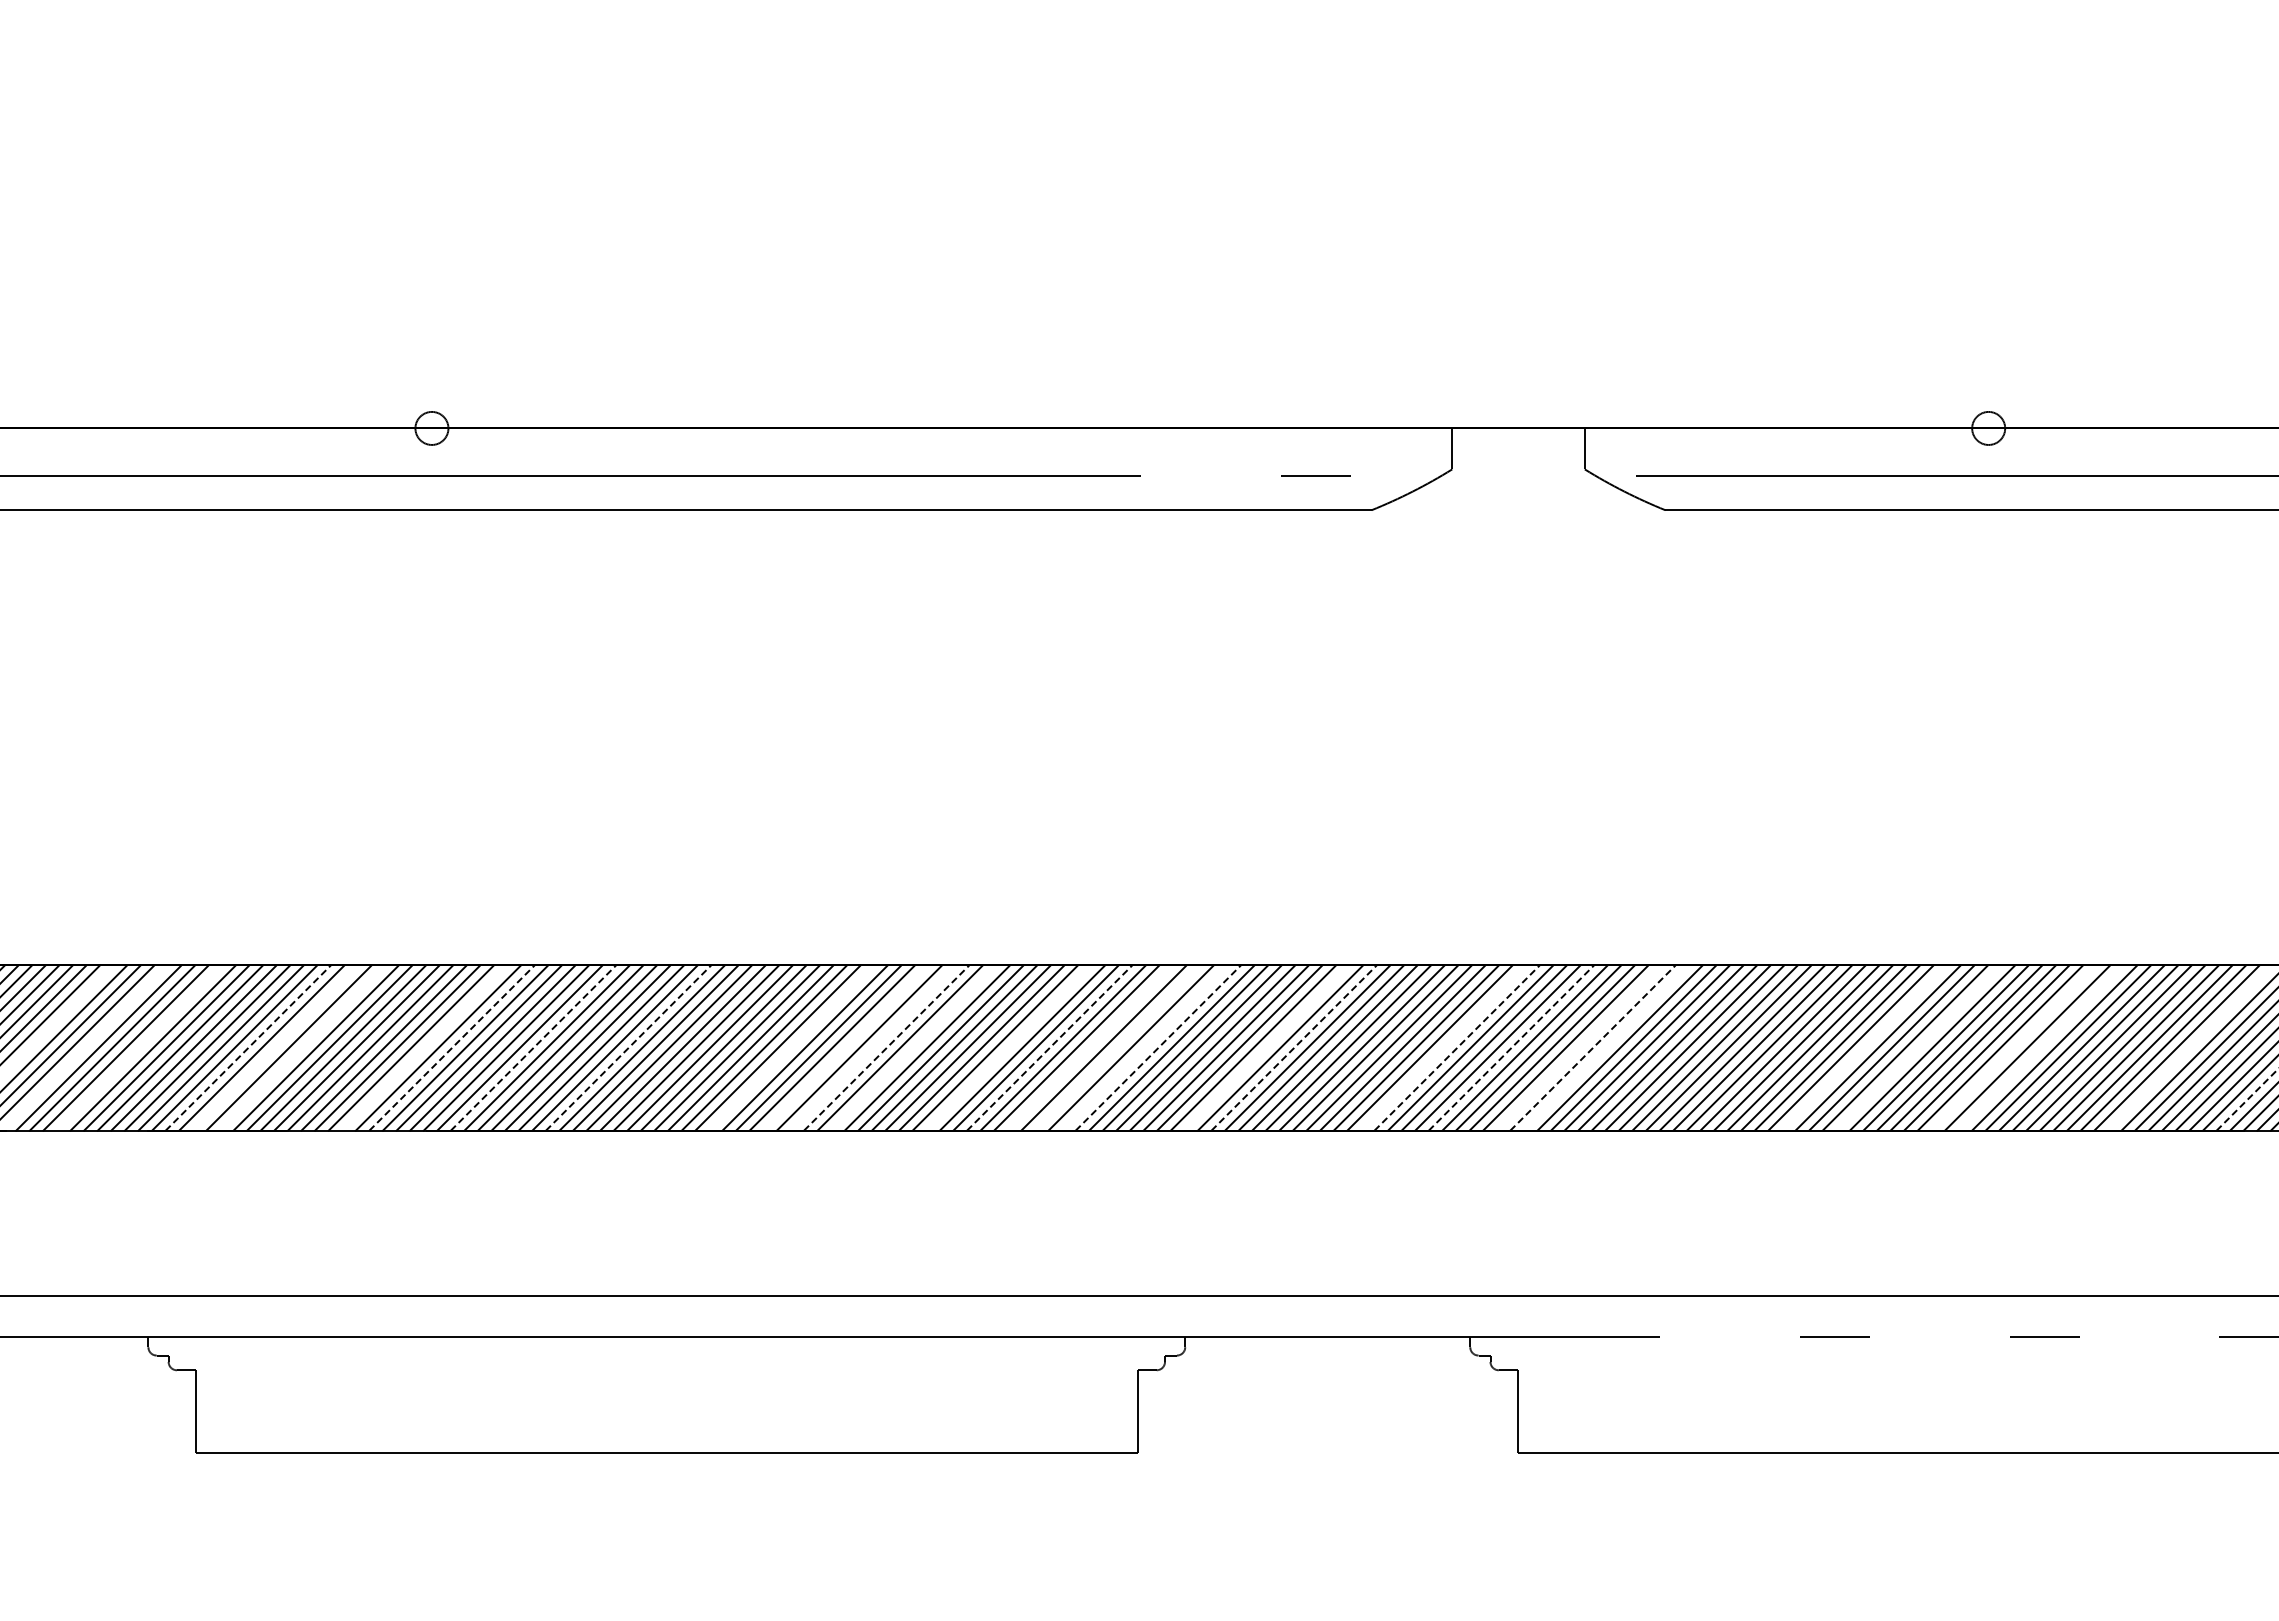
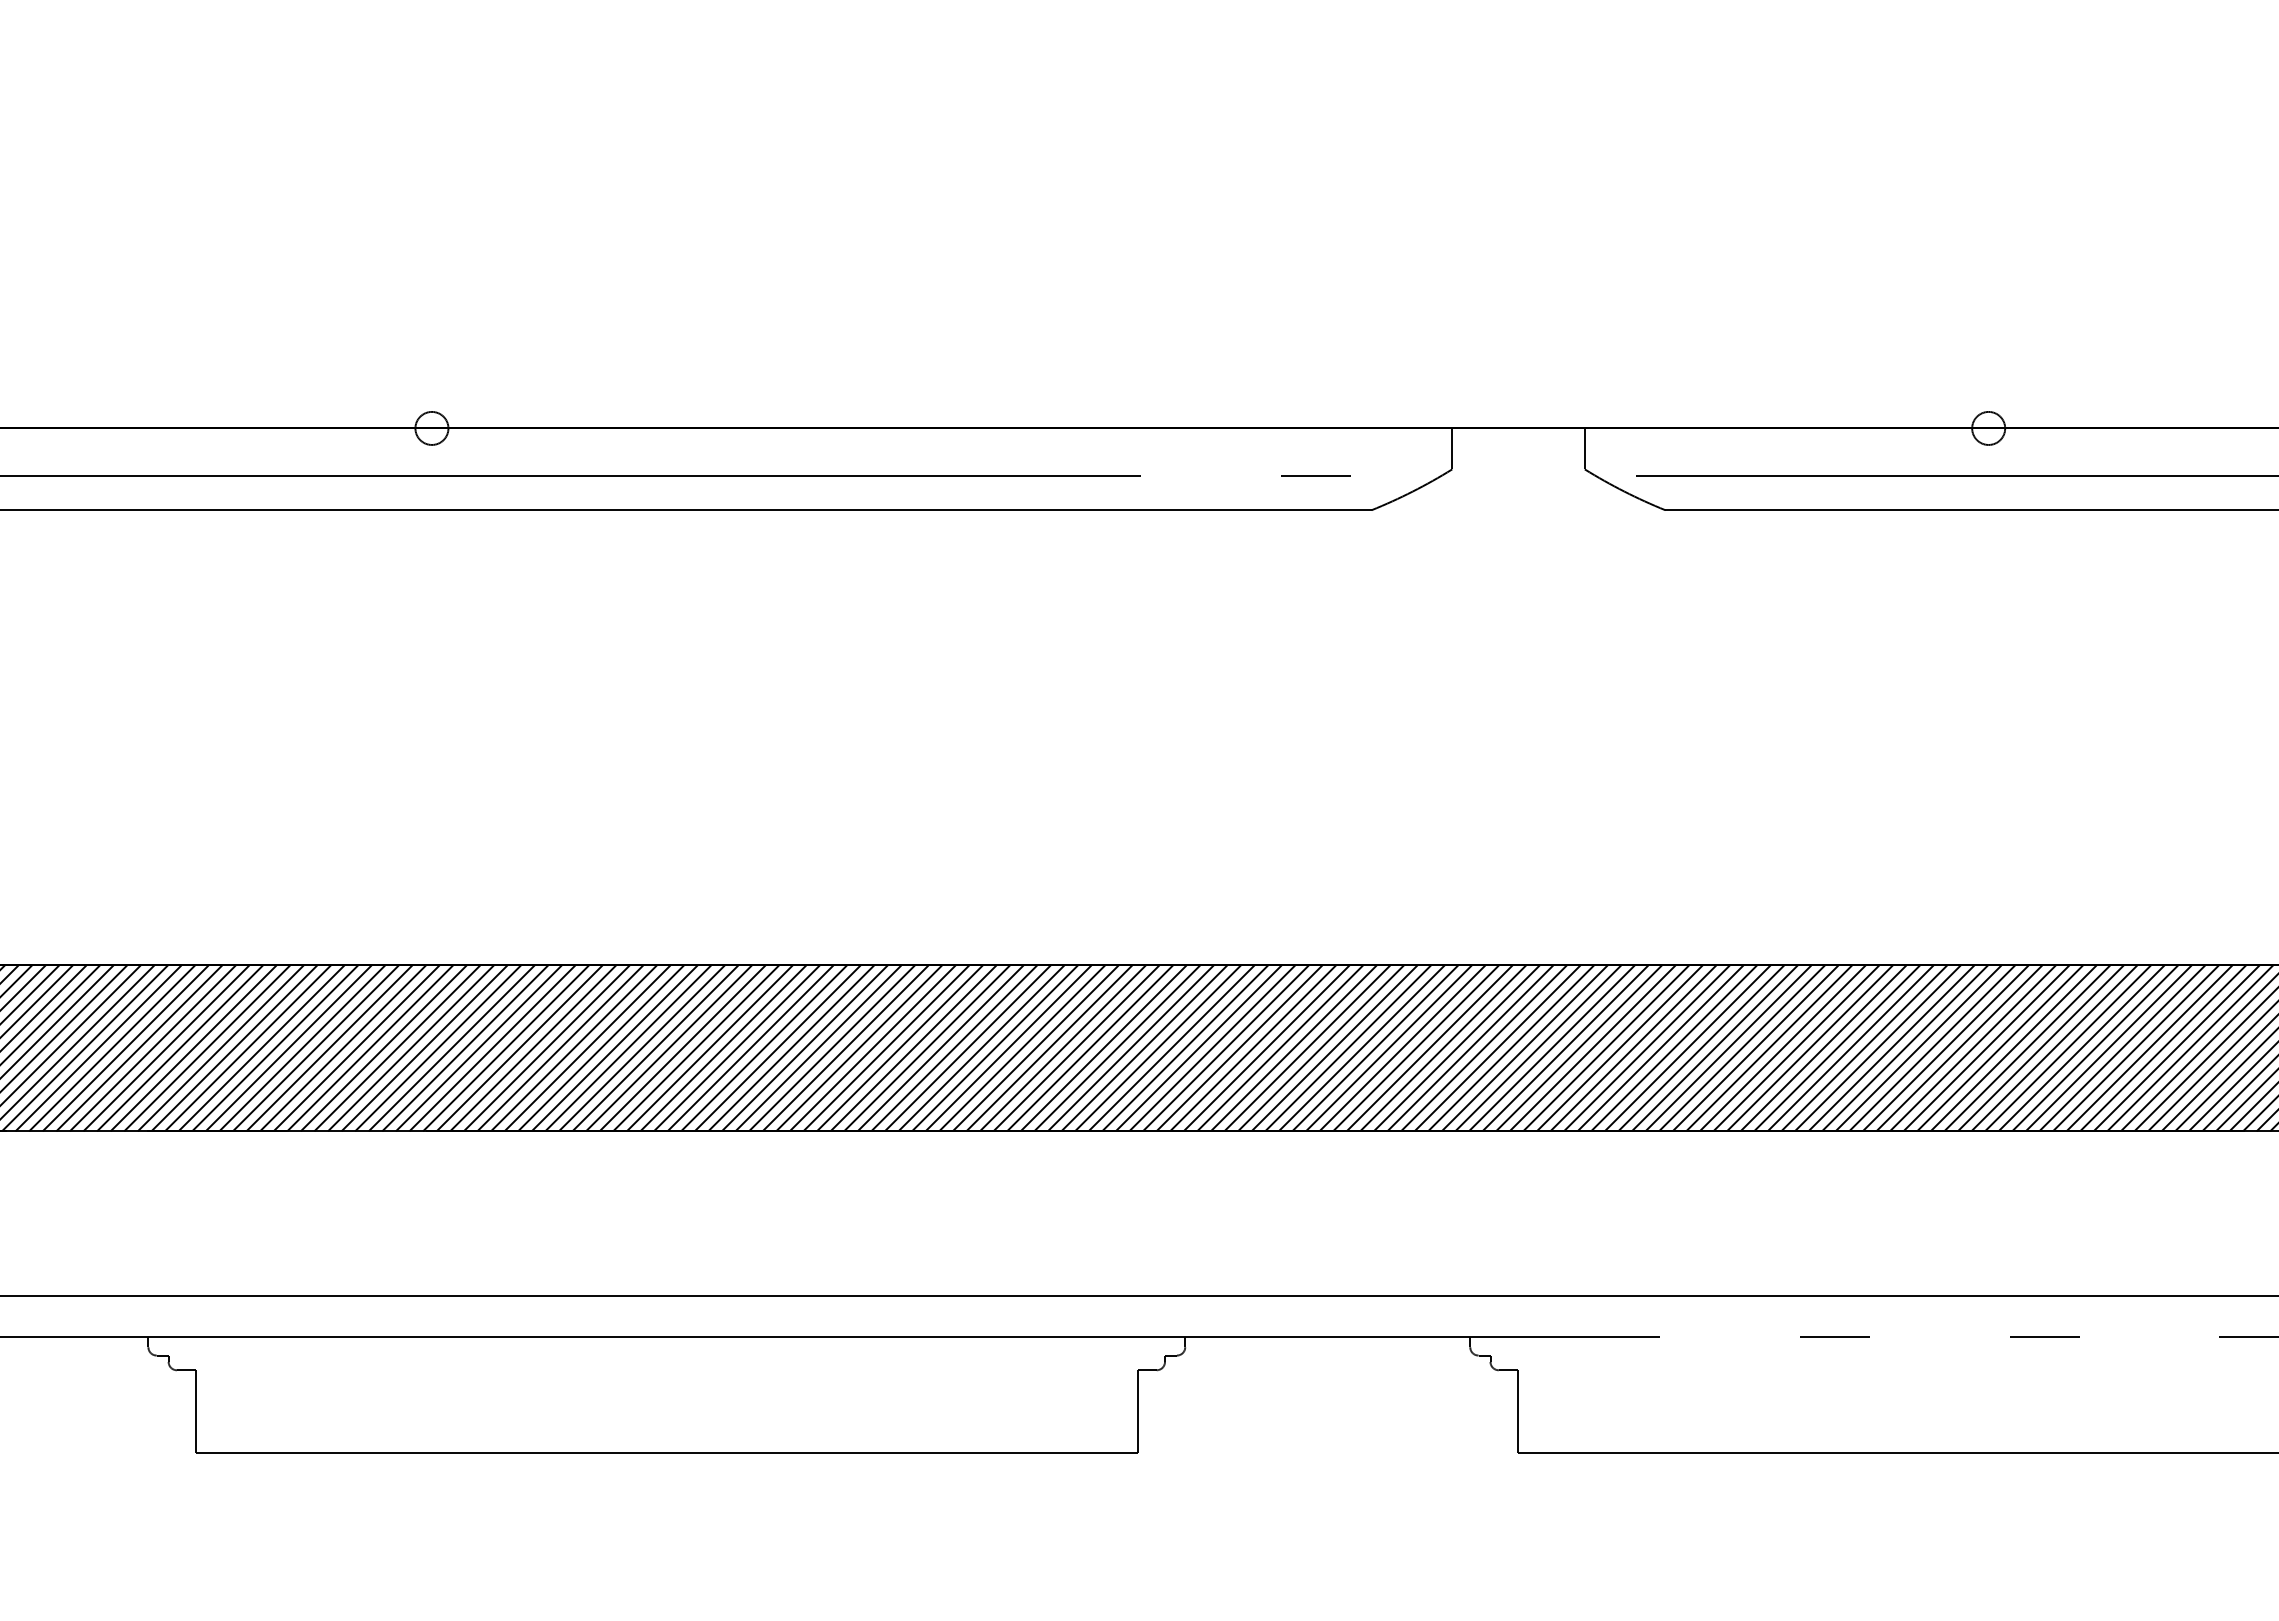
line at (57, 1020): none -> present
line at (84, 1047): none -> present
line at (139, 1047): none -> present
line at (275, 1047): none -> present
line at (302, 1047): none -> present
line at (424, 1047): none -> present
line at (791, 1047): none -> present
line at (845, 1047): none -> present
line at (872, 1047): none -> present
line at (913, 1047): none -> present
line at (1008, 1047): none -> present
line at (1090, 1047): none -> present
line at (1117, 1047): none -> present
line at (1144, 1047): none -> present
line at (1266, 1047): none -> present
line at (1443, 1047): none -> present
line at (1578, 1047): none -> present
line at (1606, 1047): none -> present
line at (1864, 1047): none -> present
line at (1918, 1047): none -> present
line at (2013, 1047): none -> present
line at (2040, 1047): none -> present
line at (2190, 1047): none -> present
line at (248, 1048): dashed -> solid
line at (452, 1048): dashed -> solid
line at (533, 1048): dashed -> solid
line at (628, 1048): dashed -> solid
line at (886, 1048): dashed -> solid
line at (1049, 1048): dashed -> solid
line at (1158, 1048): dashed -> solid
line at (1294, 1048): dashed -> solid
line at (1457, 1048): dashed -> solid
line at (1511, 1048): dashed -> solid
line at (1592, 1048): dashed -> solid
line at (2247, 1099): dashed -> solid
